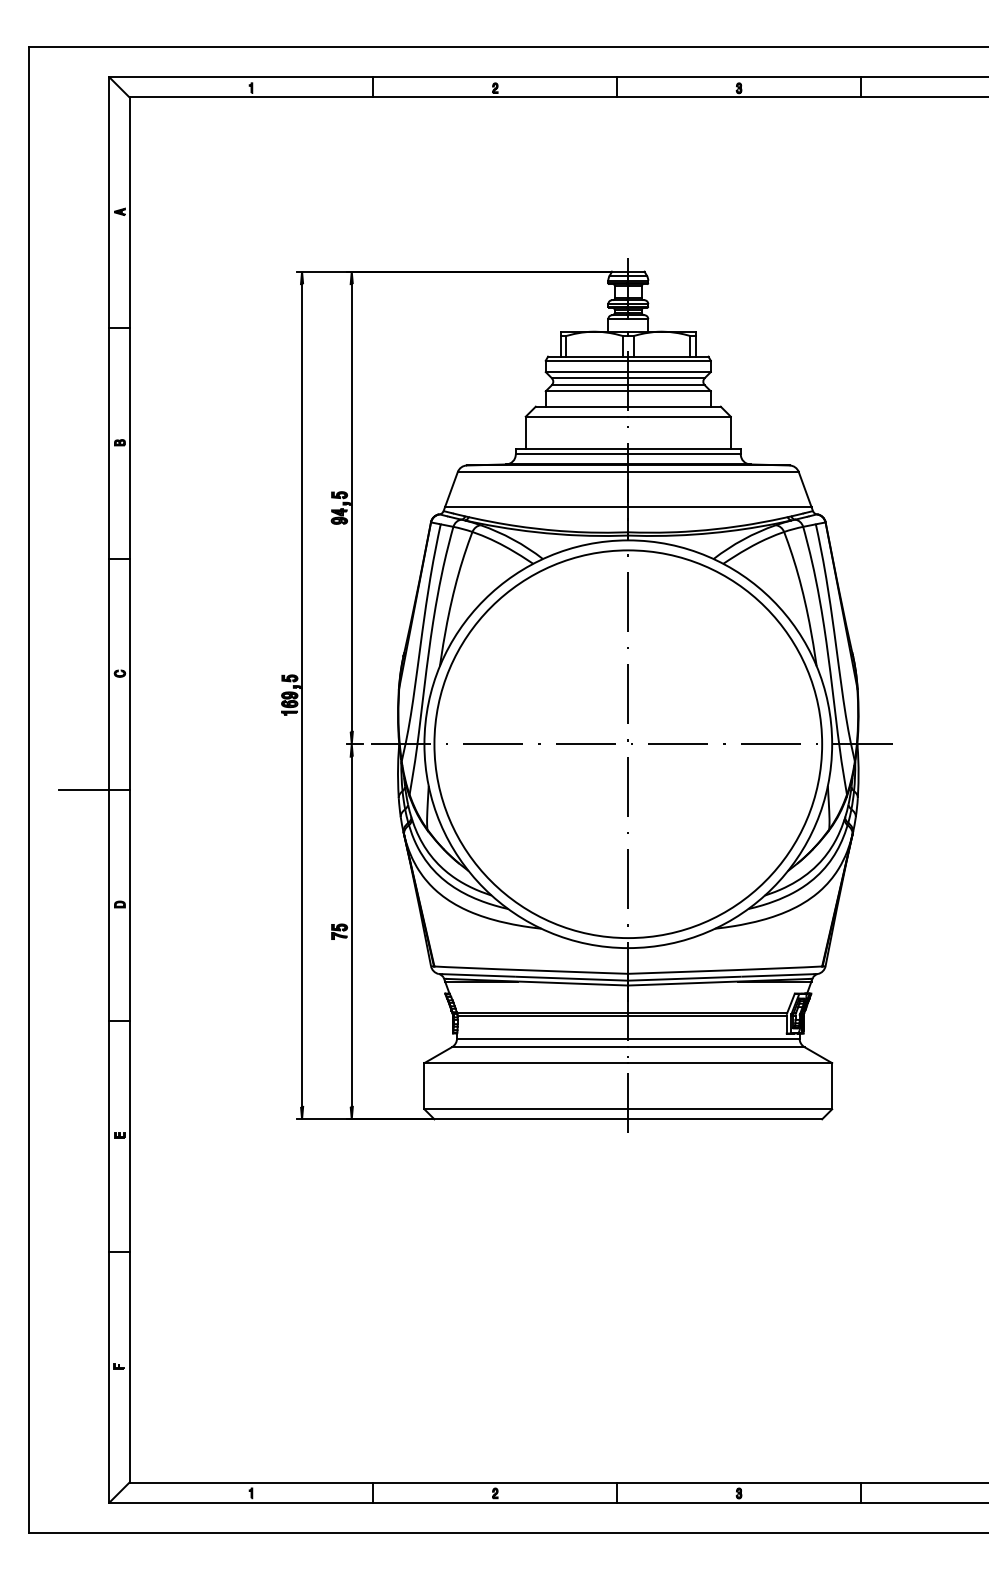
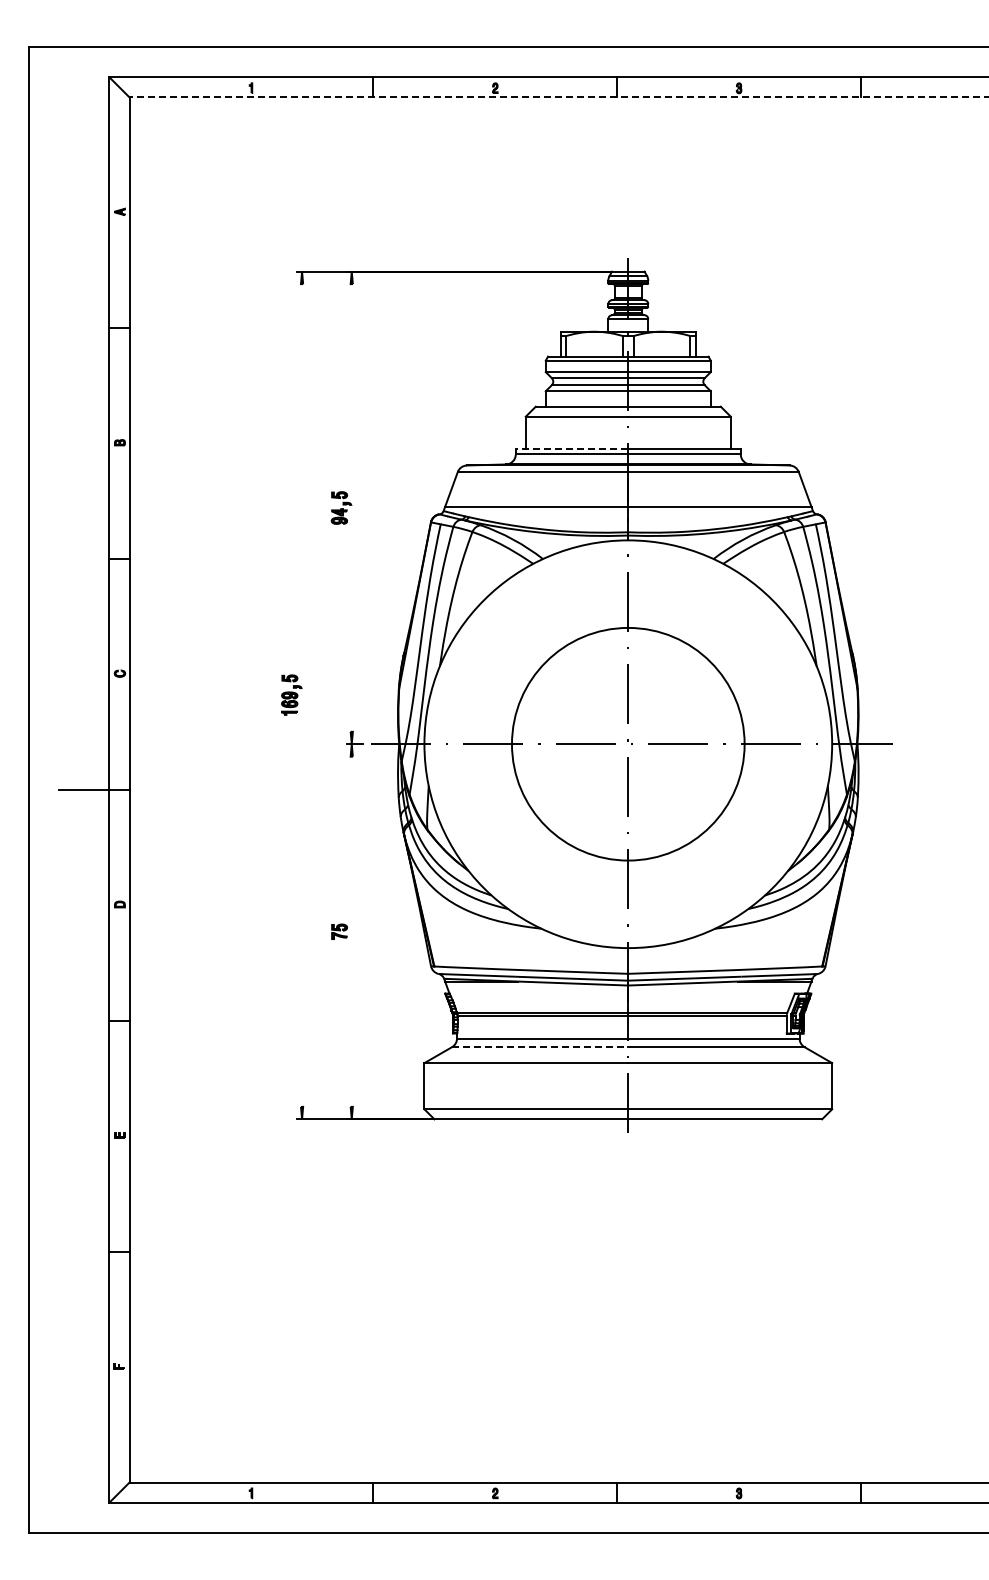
line at (558, 97): solid -> dashed
line at (571, 449): solid -> dashed
line at (351, 507): present -> none
line at (302, 695): present -> none
circle at (628, 744) diameter: 388 px -> 233 px
line at (351, 931): present -> none
line at (540, 1047): solid -> dashed
